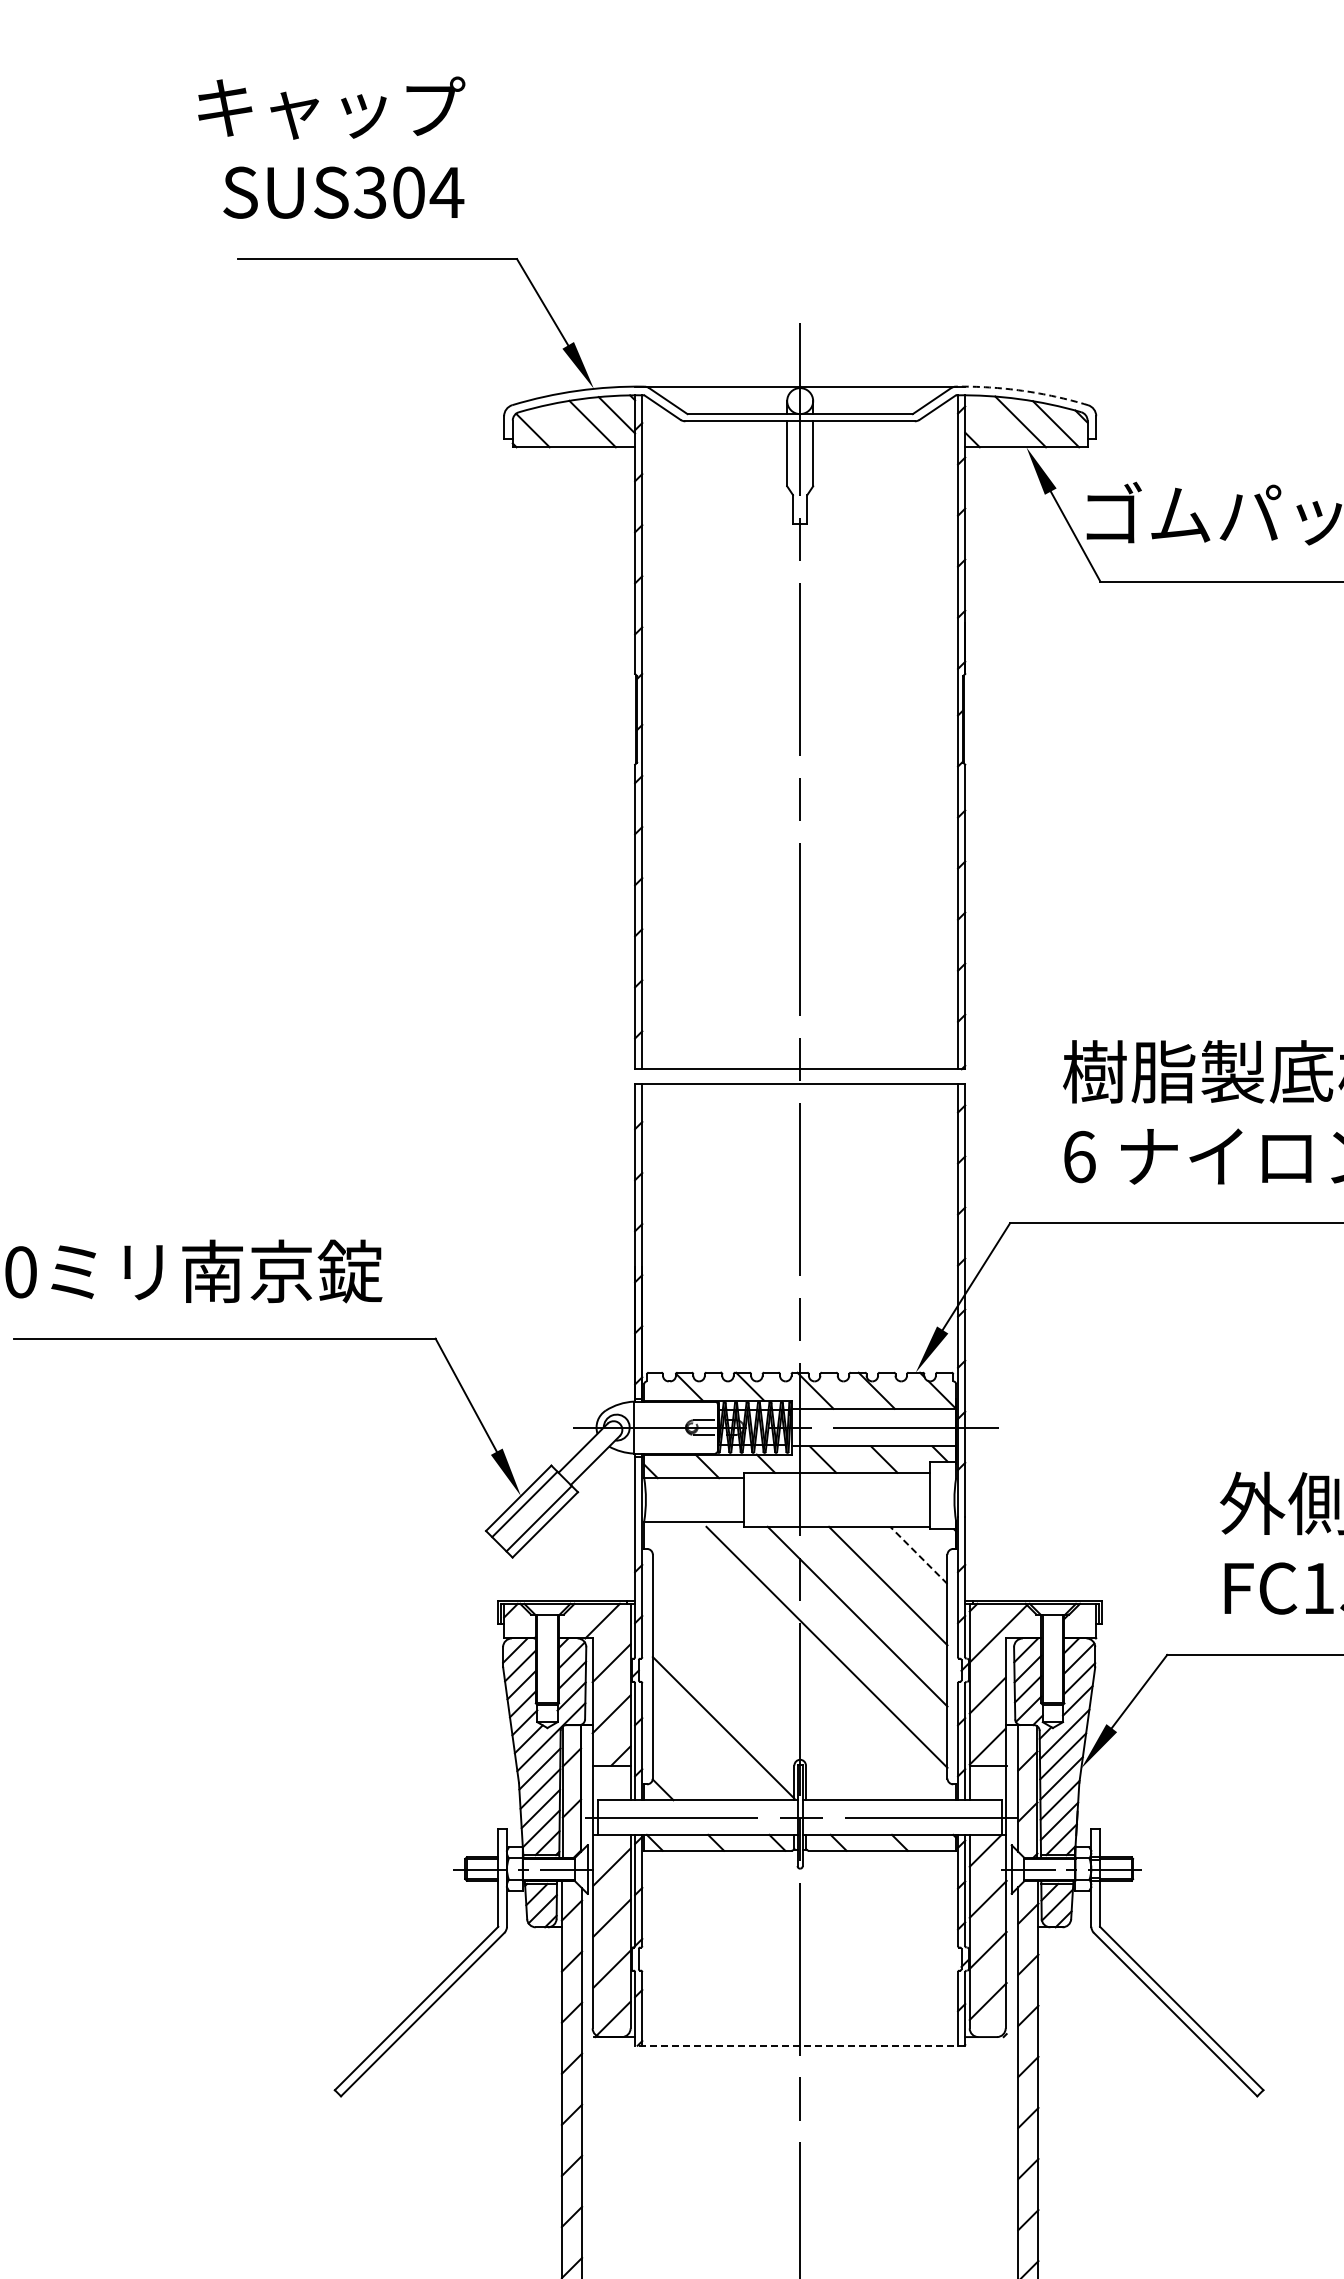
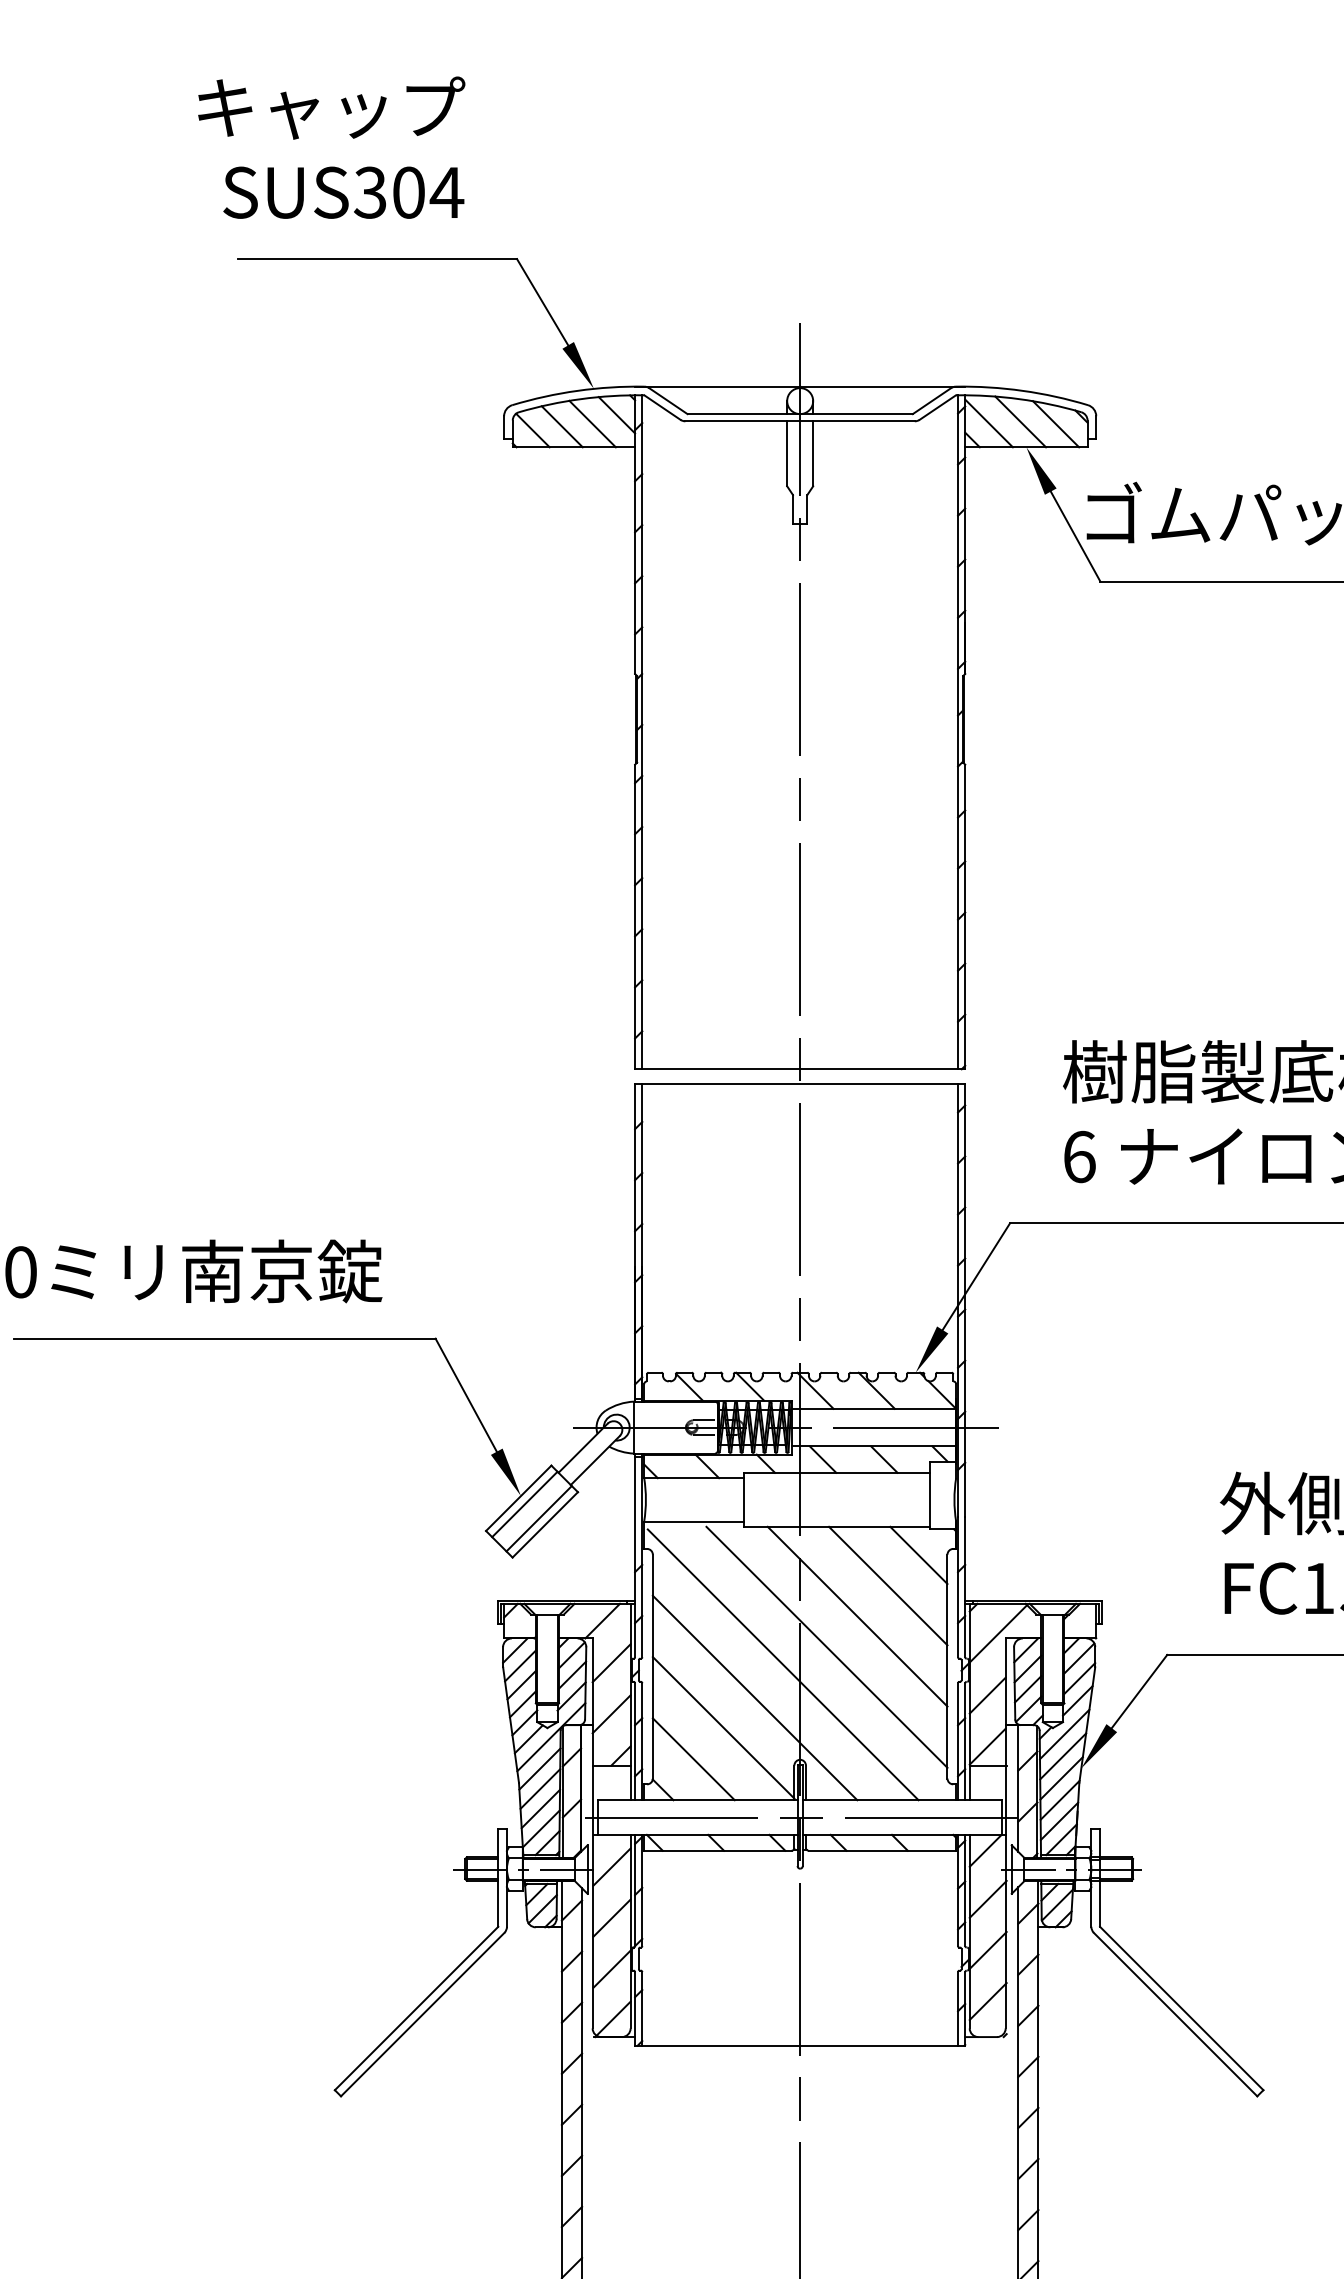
arc at (1022, 390): dashed -> solid
line at (988, 423): none -> present
line at (561, 426): none -> present
line at (918, 1555): dashed -> solid
line at (782, 1664): none -> present
line at (754, 1697): none -> present
line at (693, 1759): none -> present
line at (799, 2045): dashed -> solid
